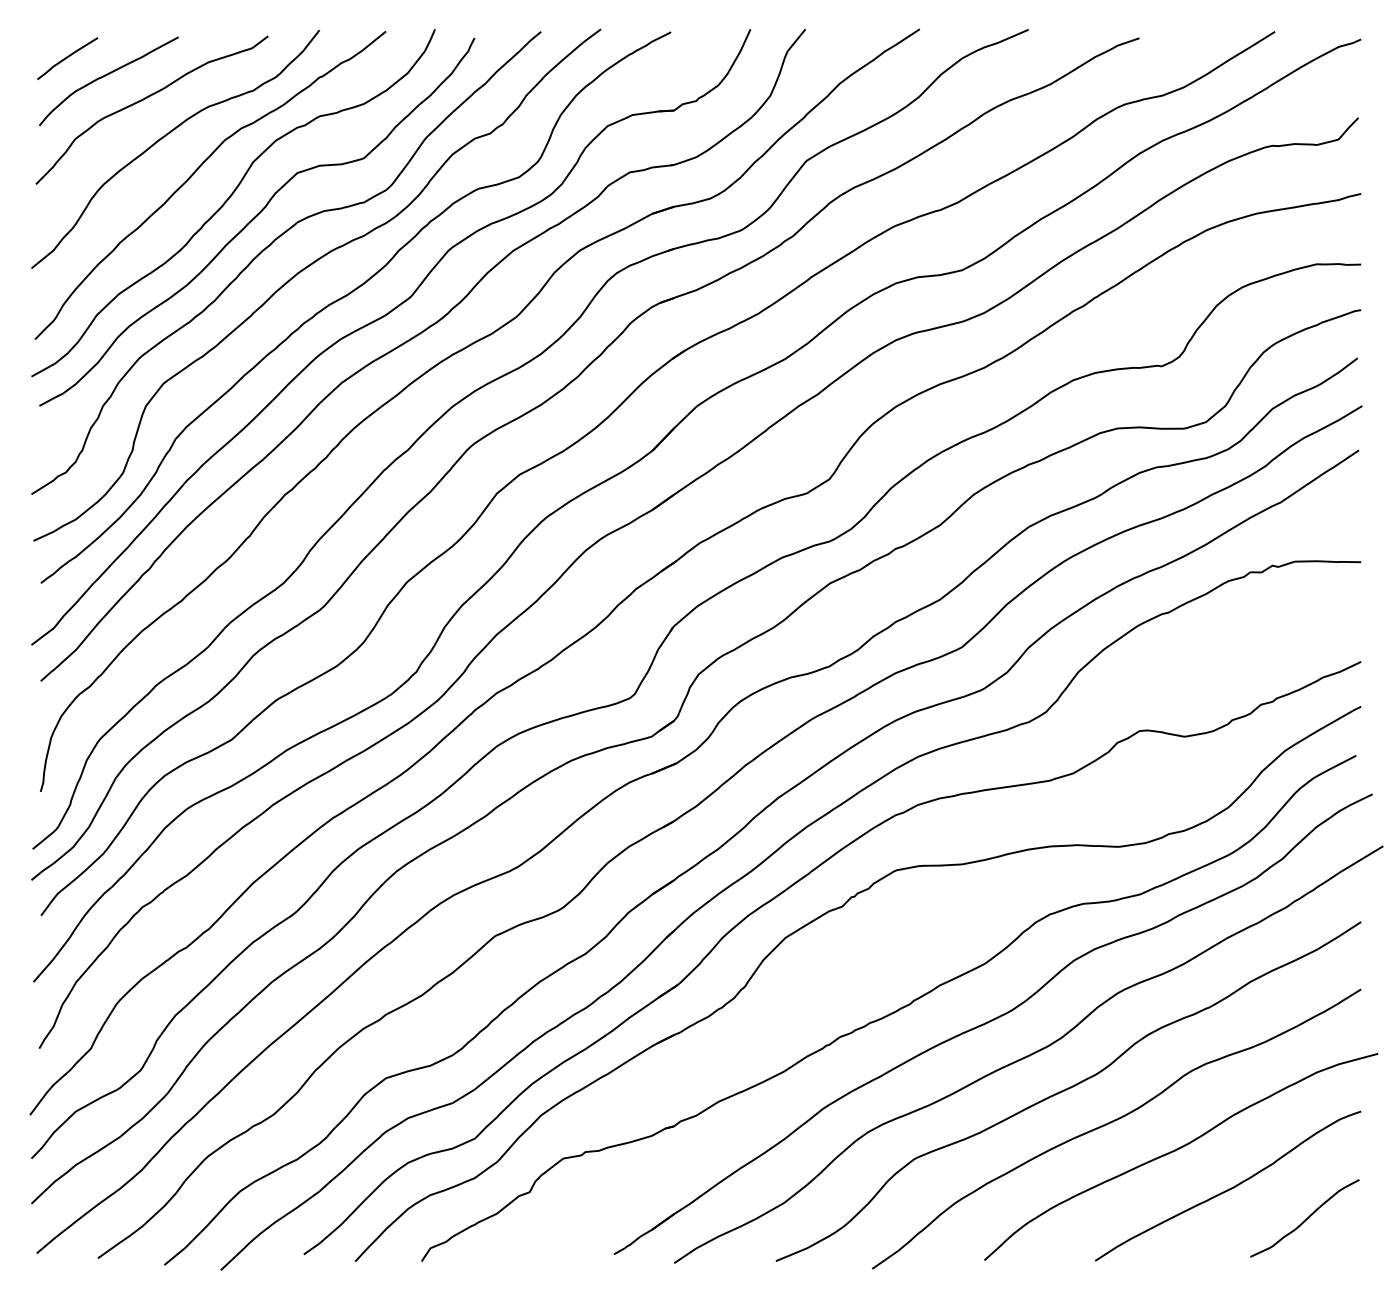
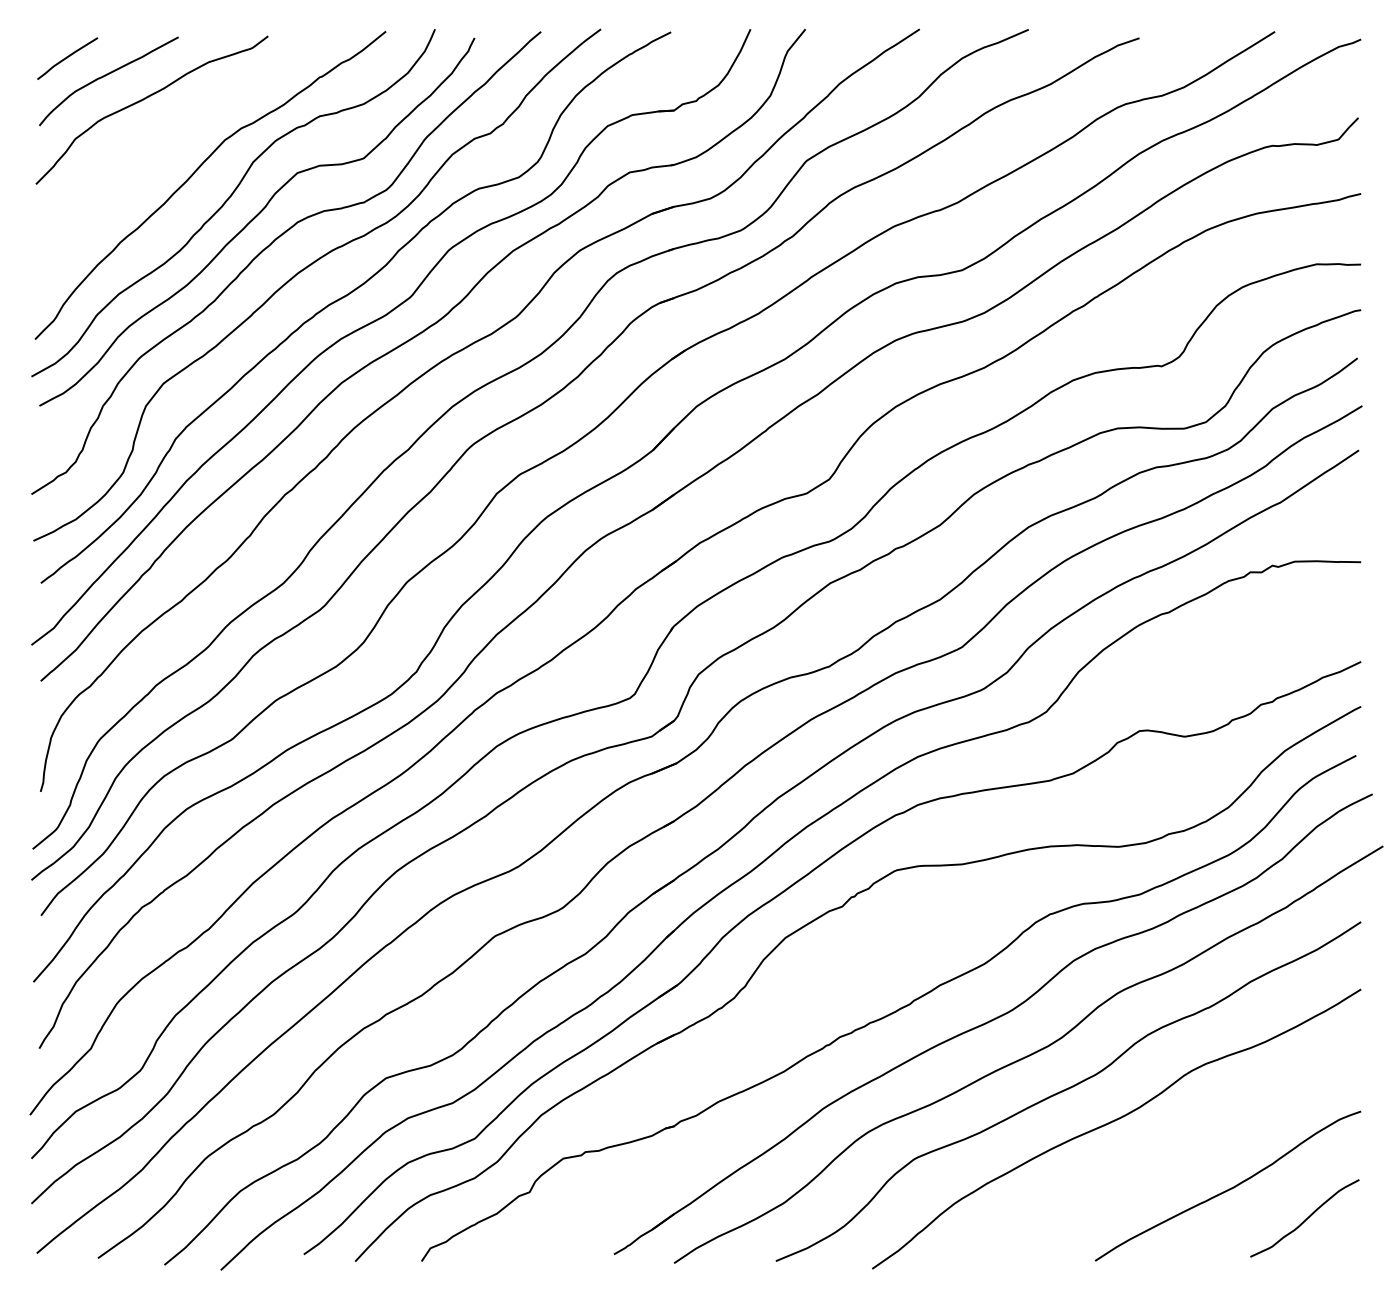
curve at (166, 136): present -> none
curve at (1177, 1150): present -> none
